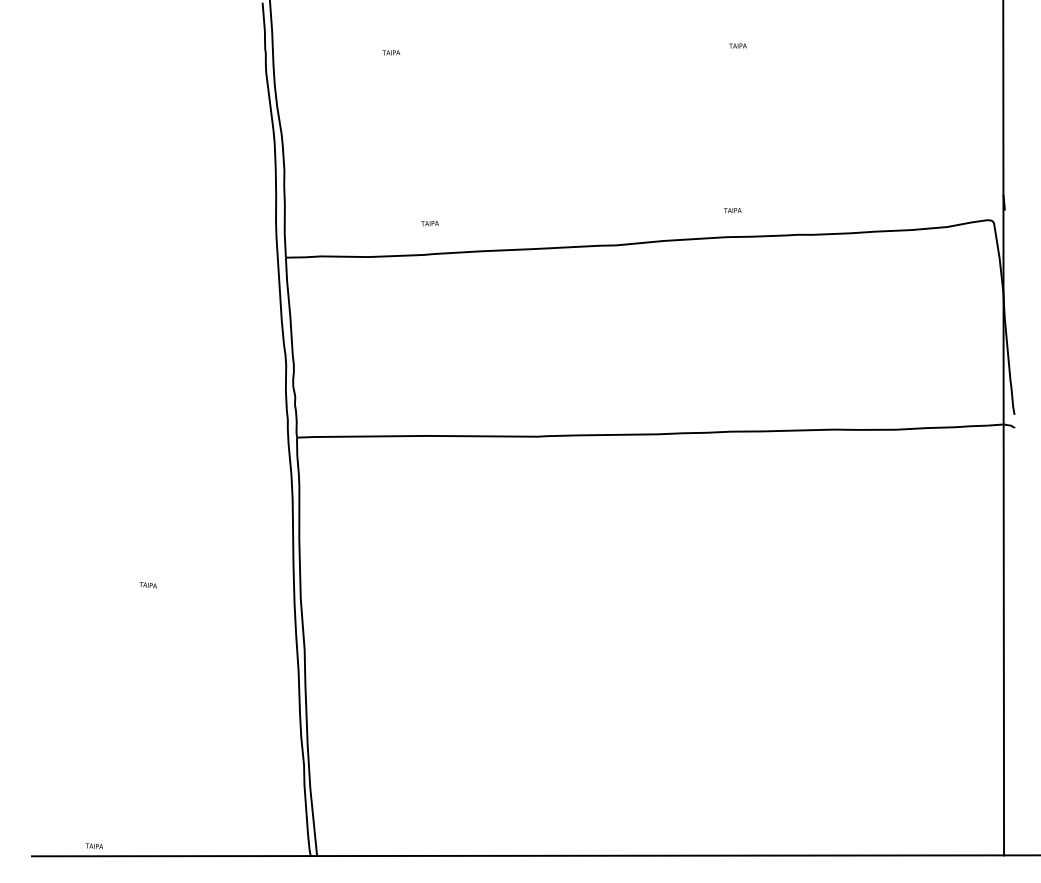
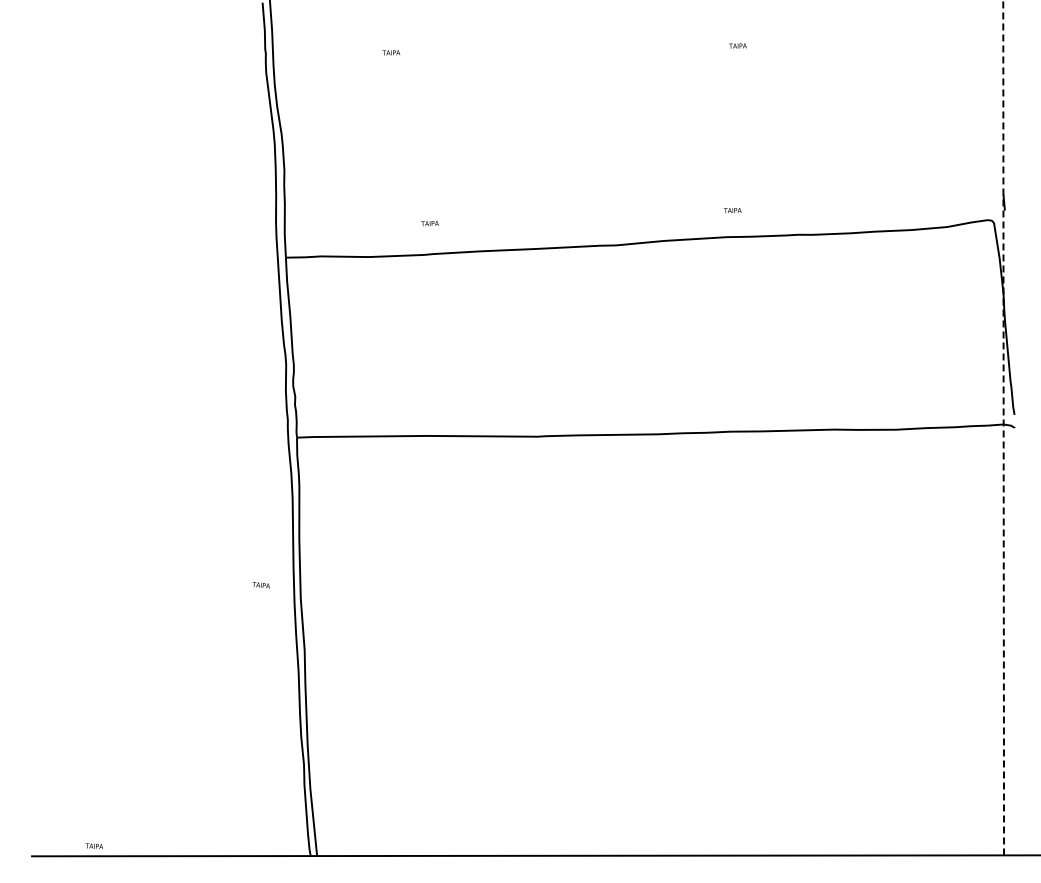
line at (1003, 427): solid -> dashed
text at (147, 585) position: (147, 585) -> (260, 585)
